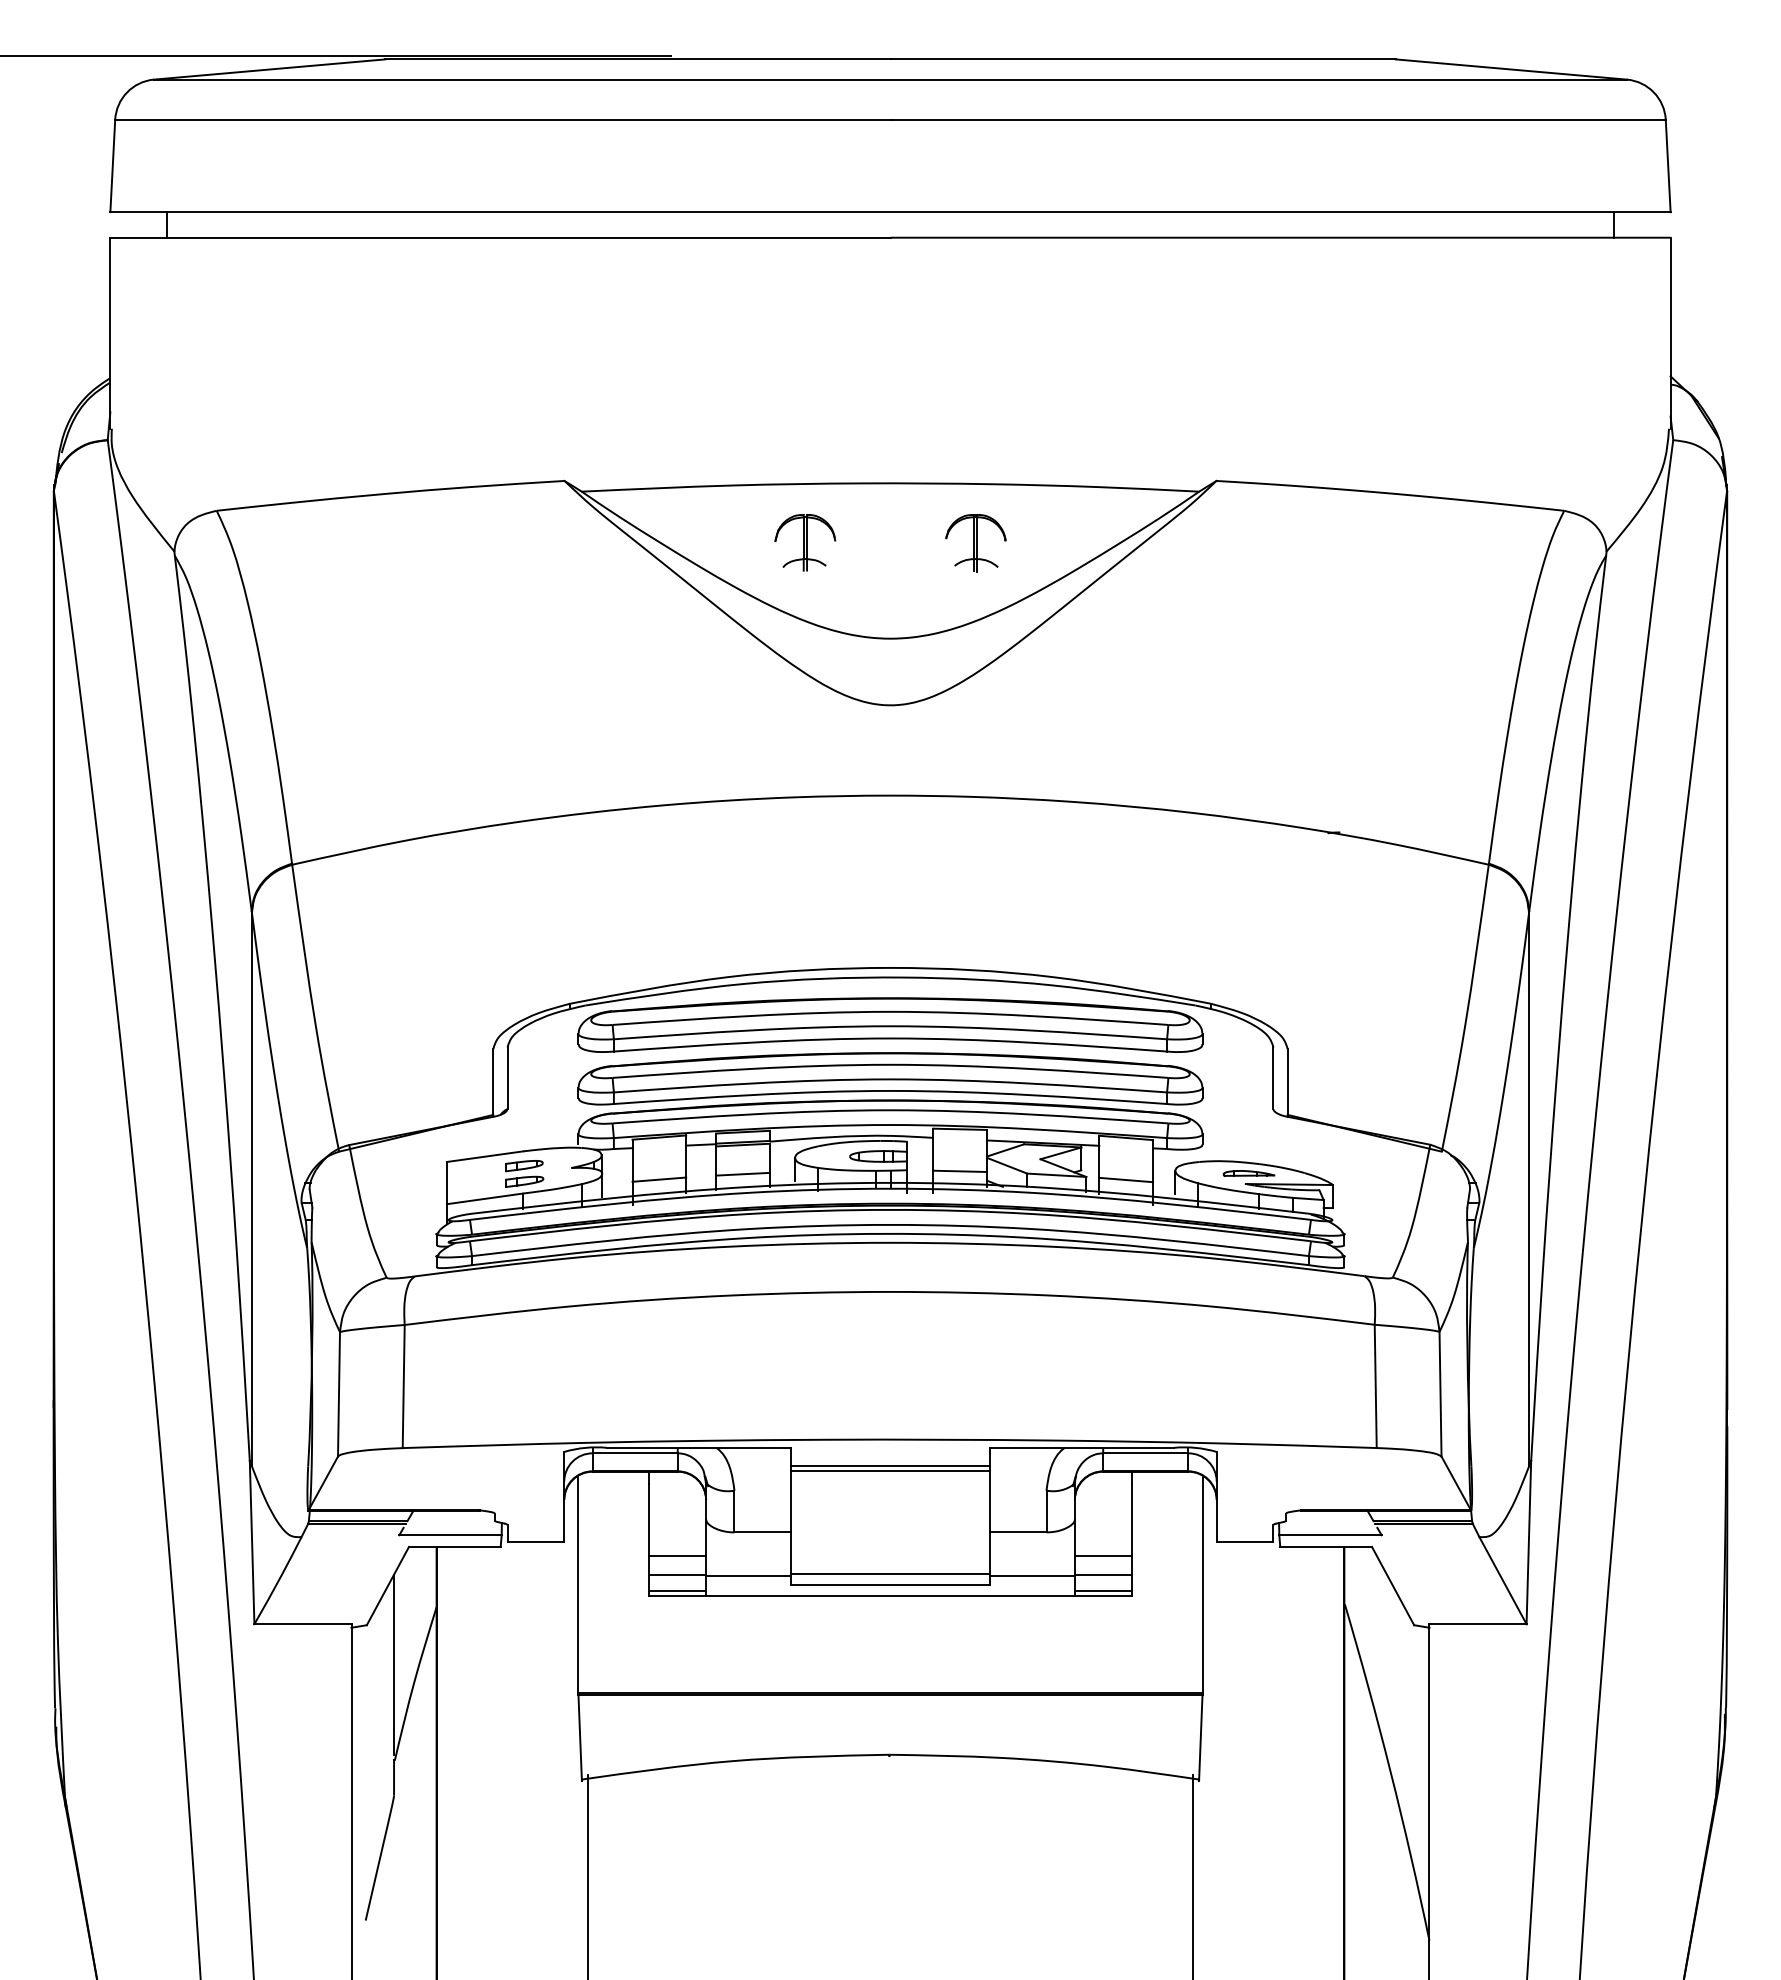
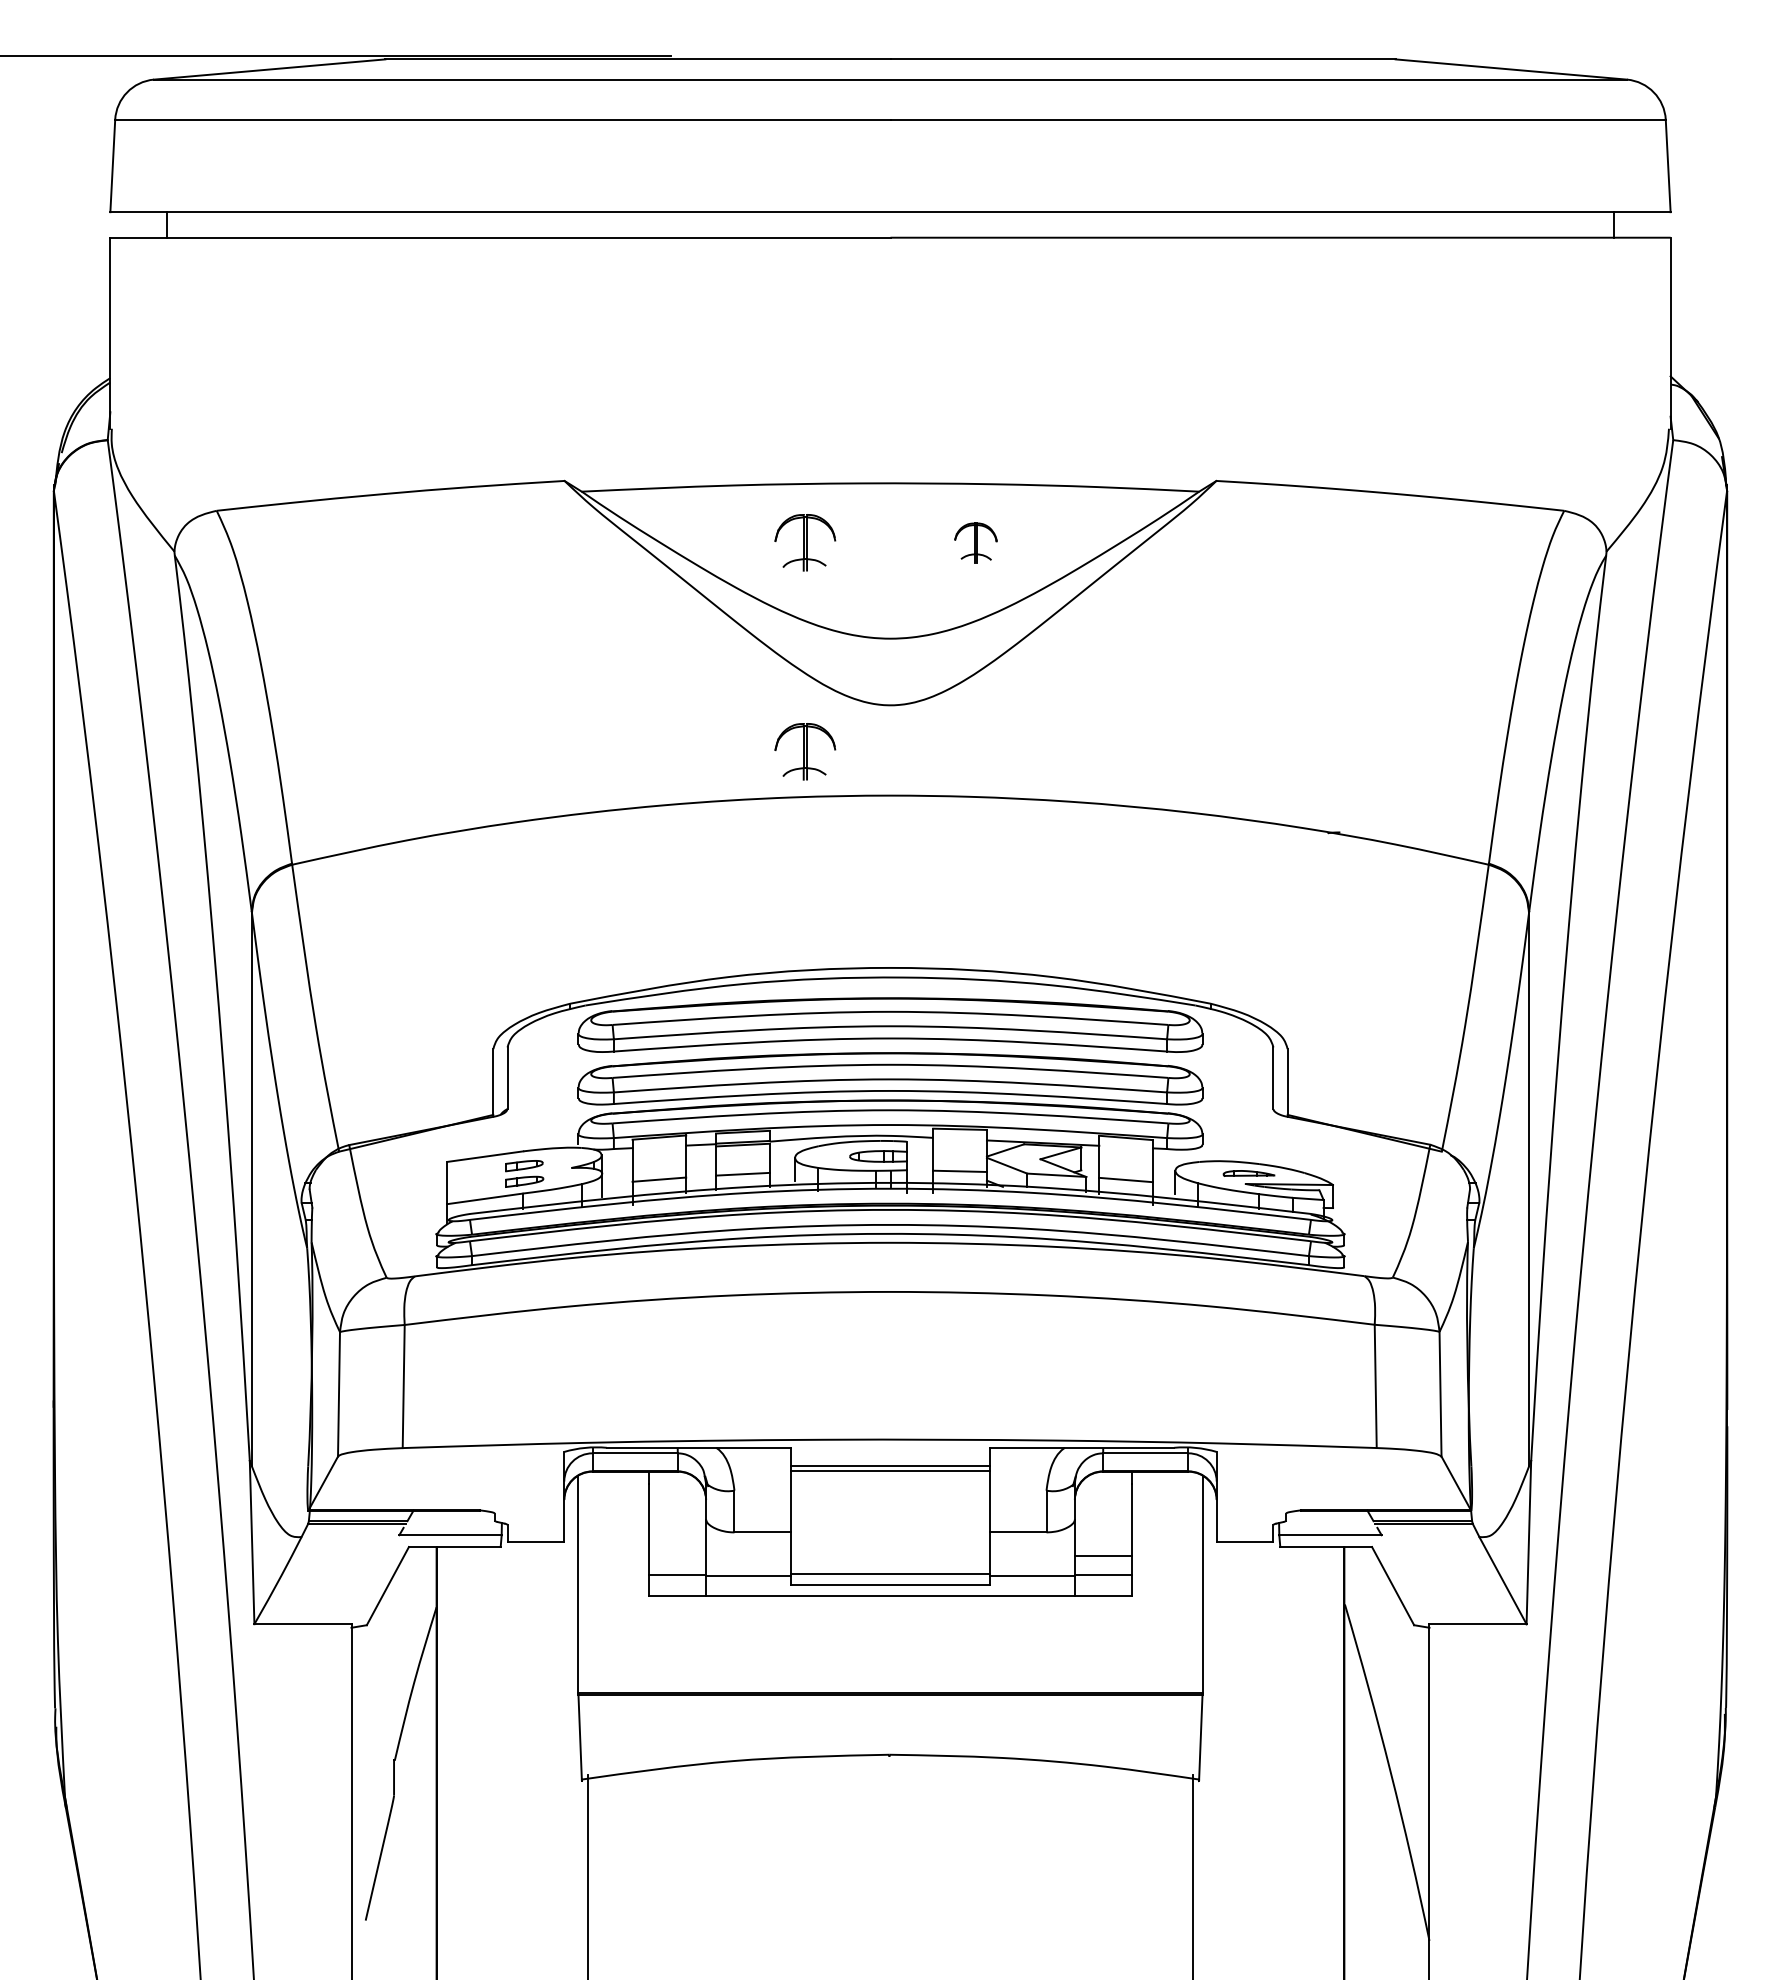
part at (975, 543) size: 62x59 px -> 44x42 px
part at (805, 751): none -> present
line at (677, 1555): present -> none
line at (677, 1591): present -> none
line at (1102, 1591): present -> none
line at (394, 1664): present -> none
